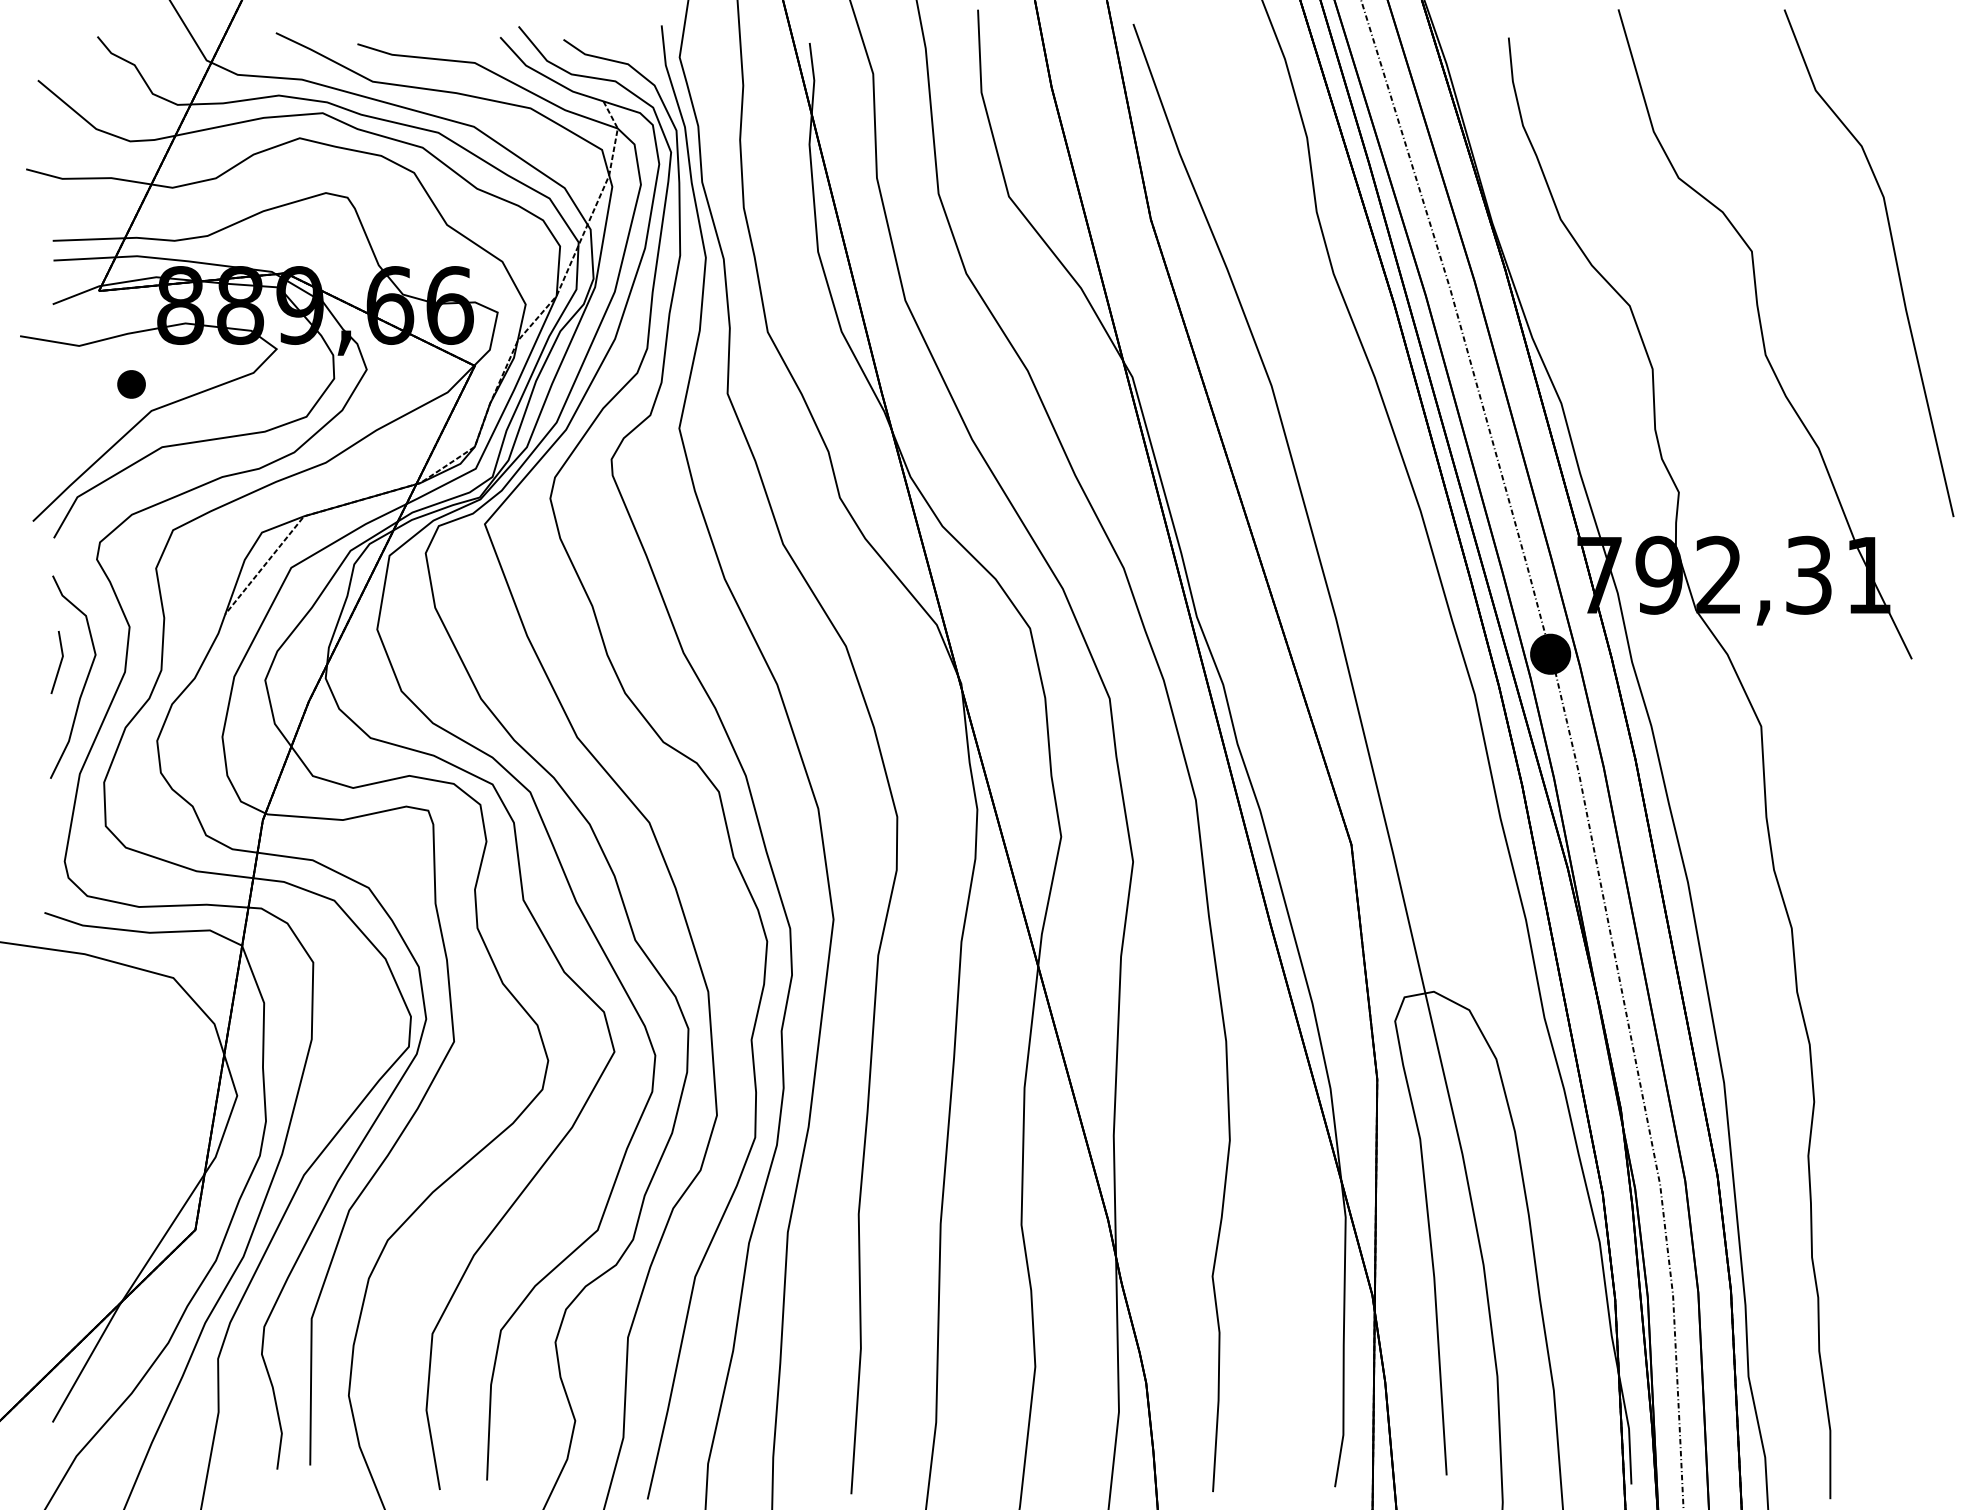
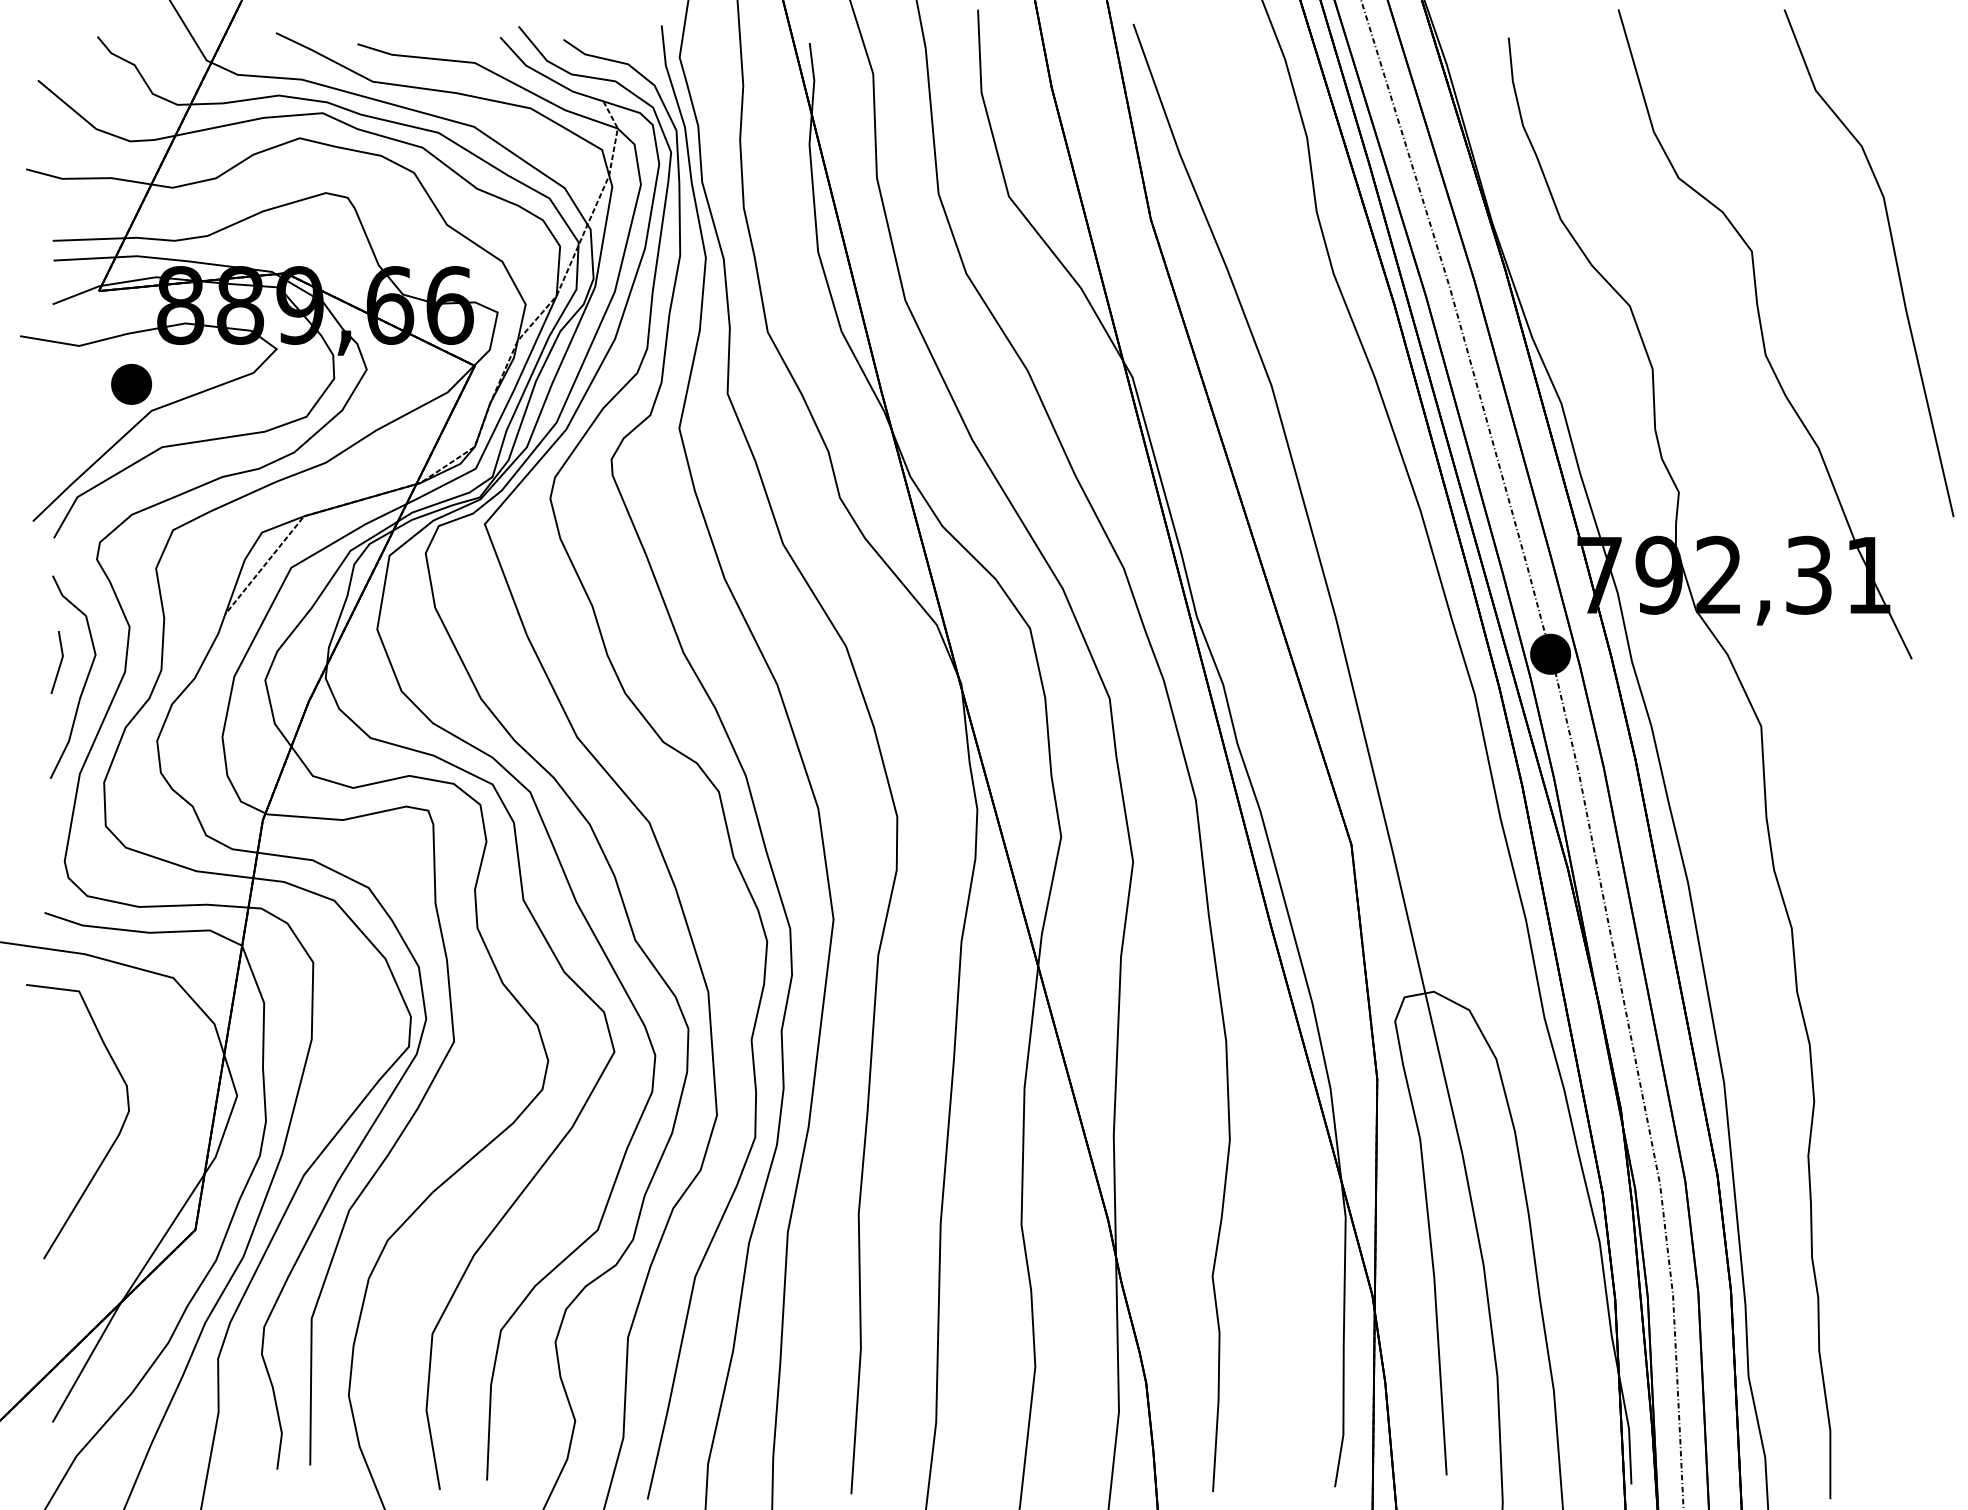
part at (131, 384) size: 29x29 px -> 41x41 px
part at (113, 1141): none -> present
